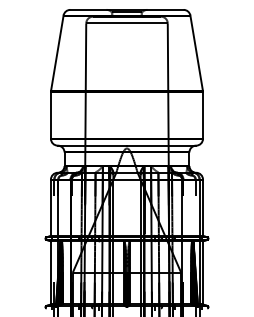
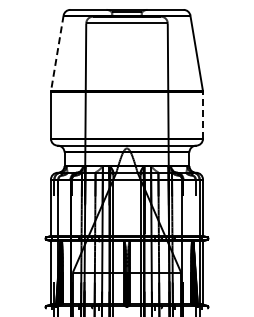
line at (57, 53): solid -> dashed
line at (203, 114): solid -> dashed
